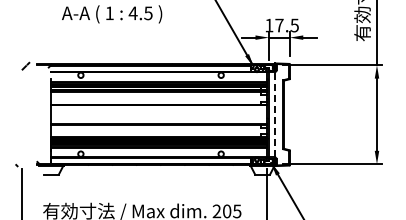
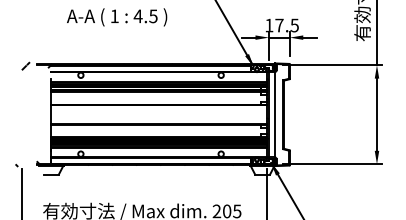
text at (112, 14) position: (112, 14) -> (117, 17)
line at (274, 114): dashed -> solid
